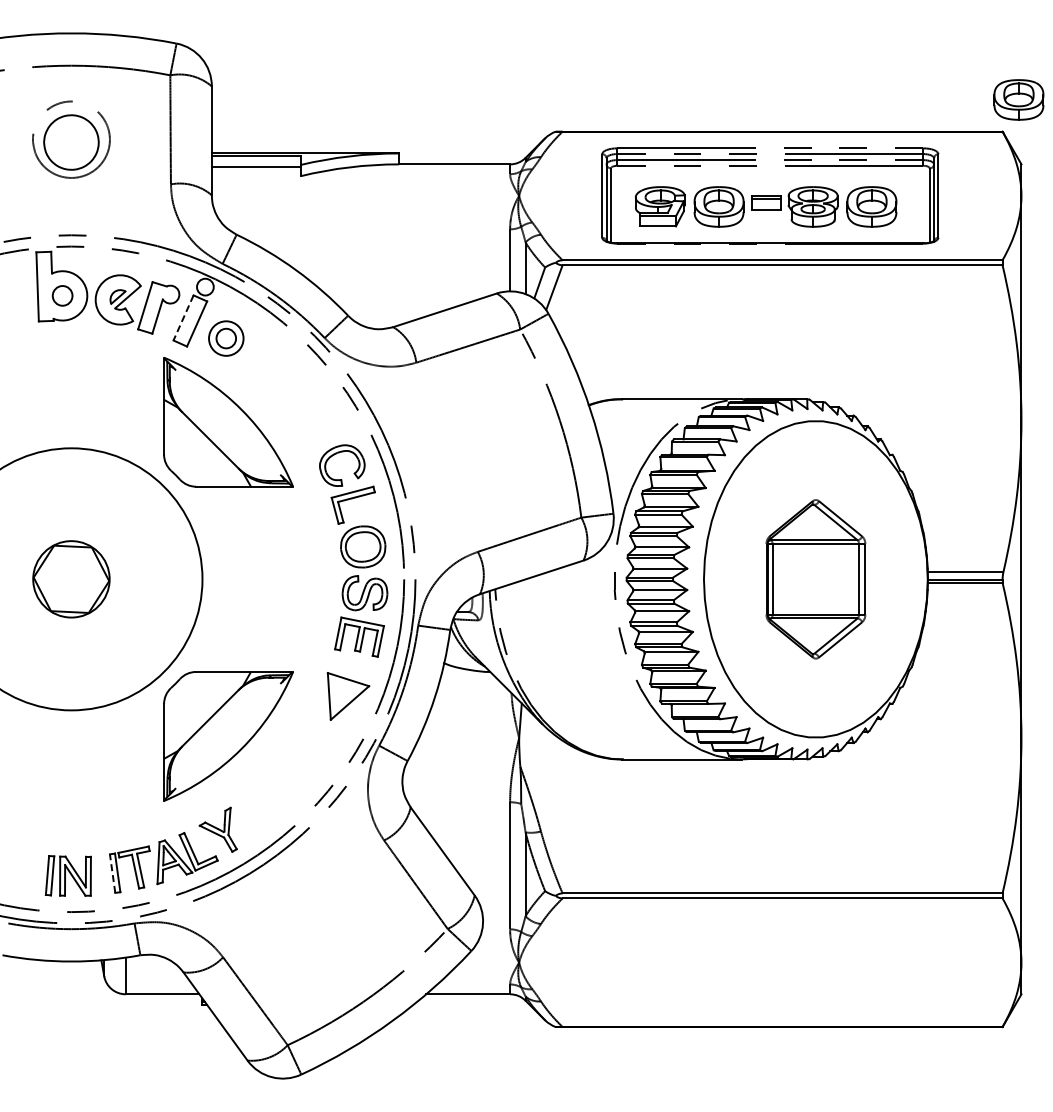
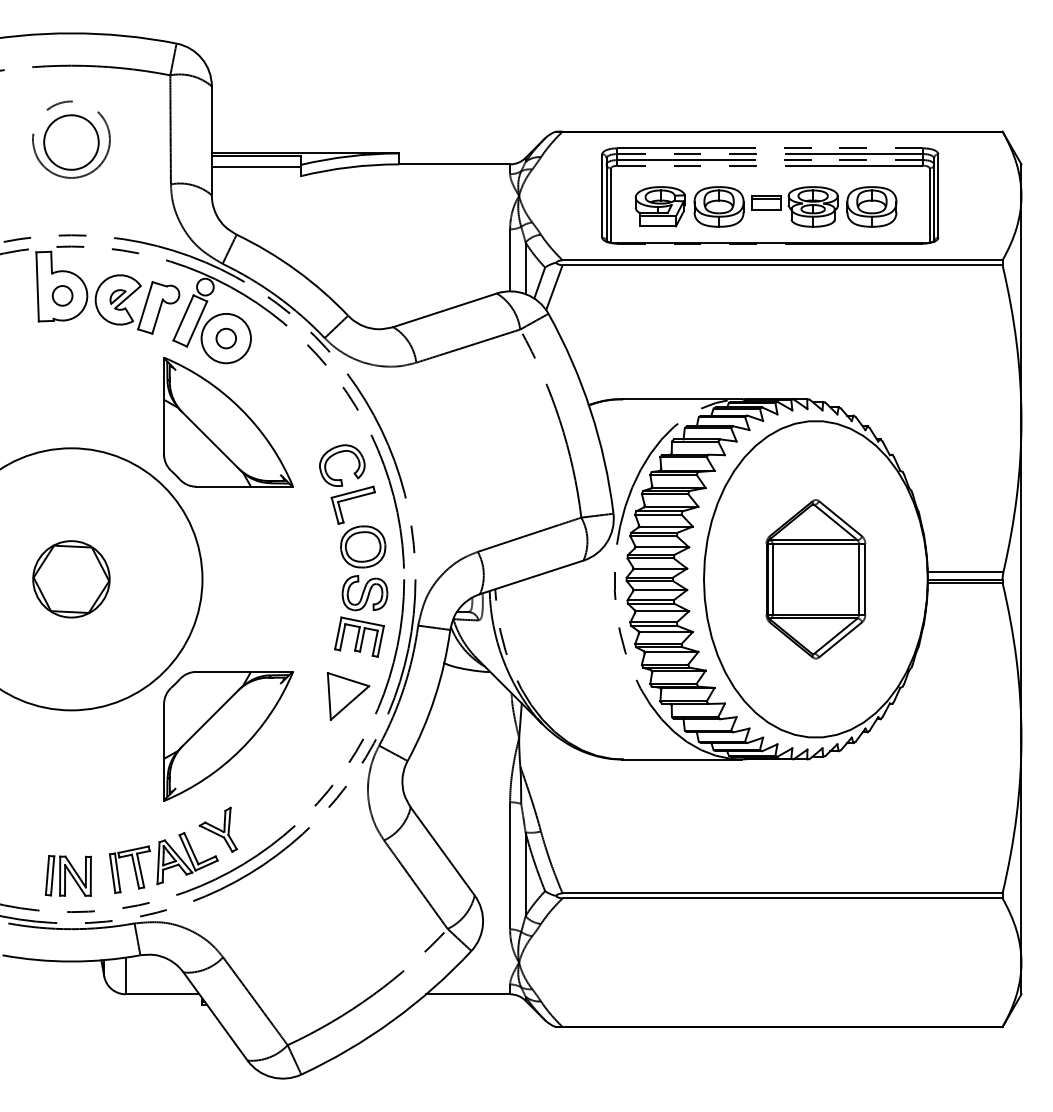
part at (1018, 99): present -> none
line at (183, 317): dashed -> solid
circle at (226, 338) diameter: 35 px -> 49 px
line at (112, 873): dashed -> solid
